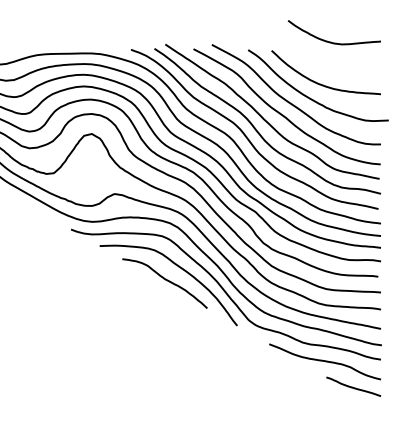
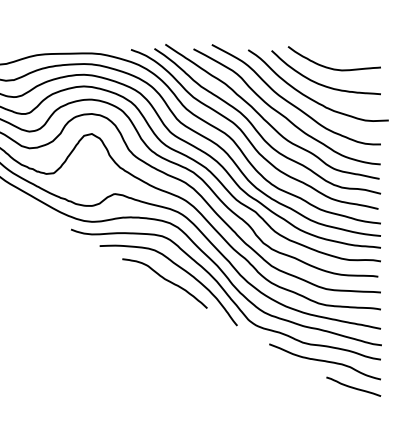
curve at (331, 41) position: (331, 41) -> (331, 67)
